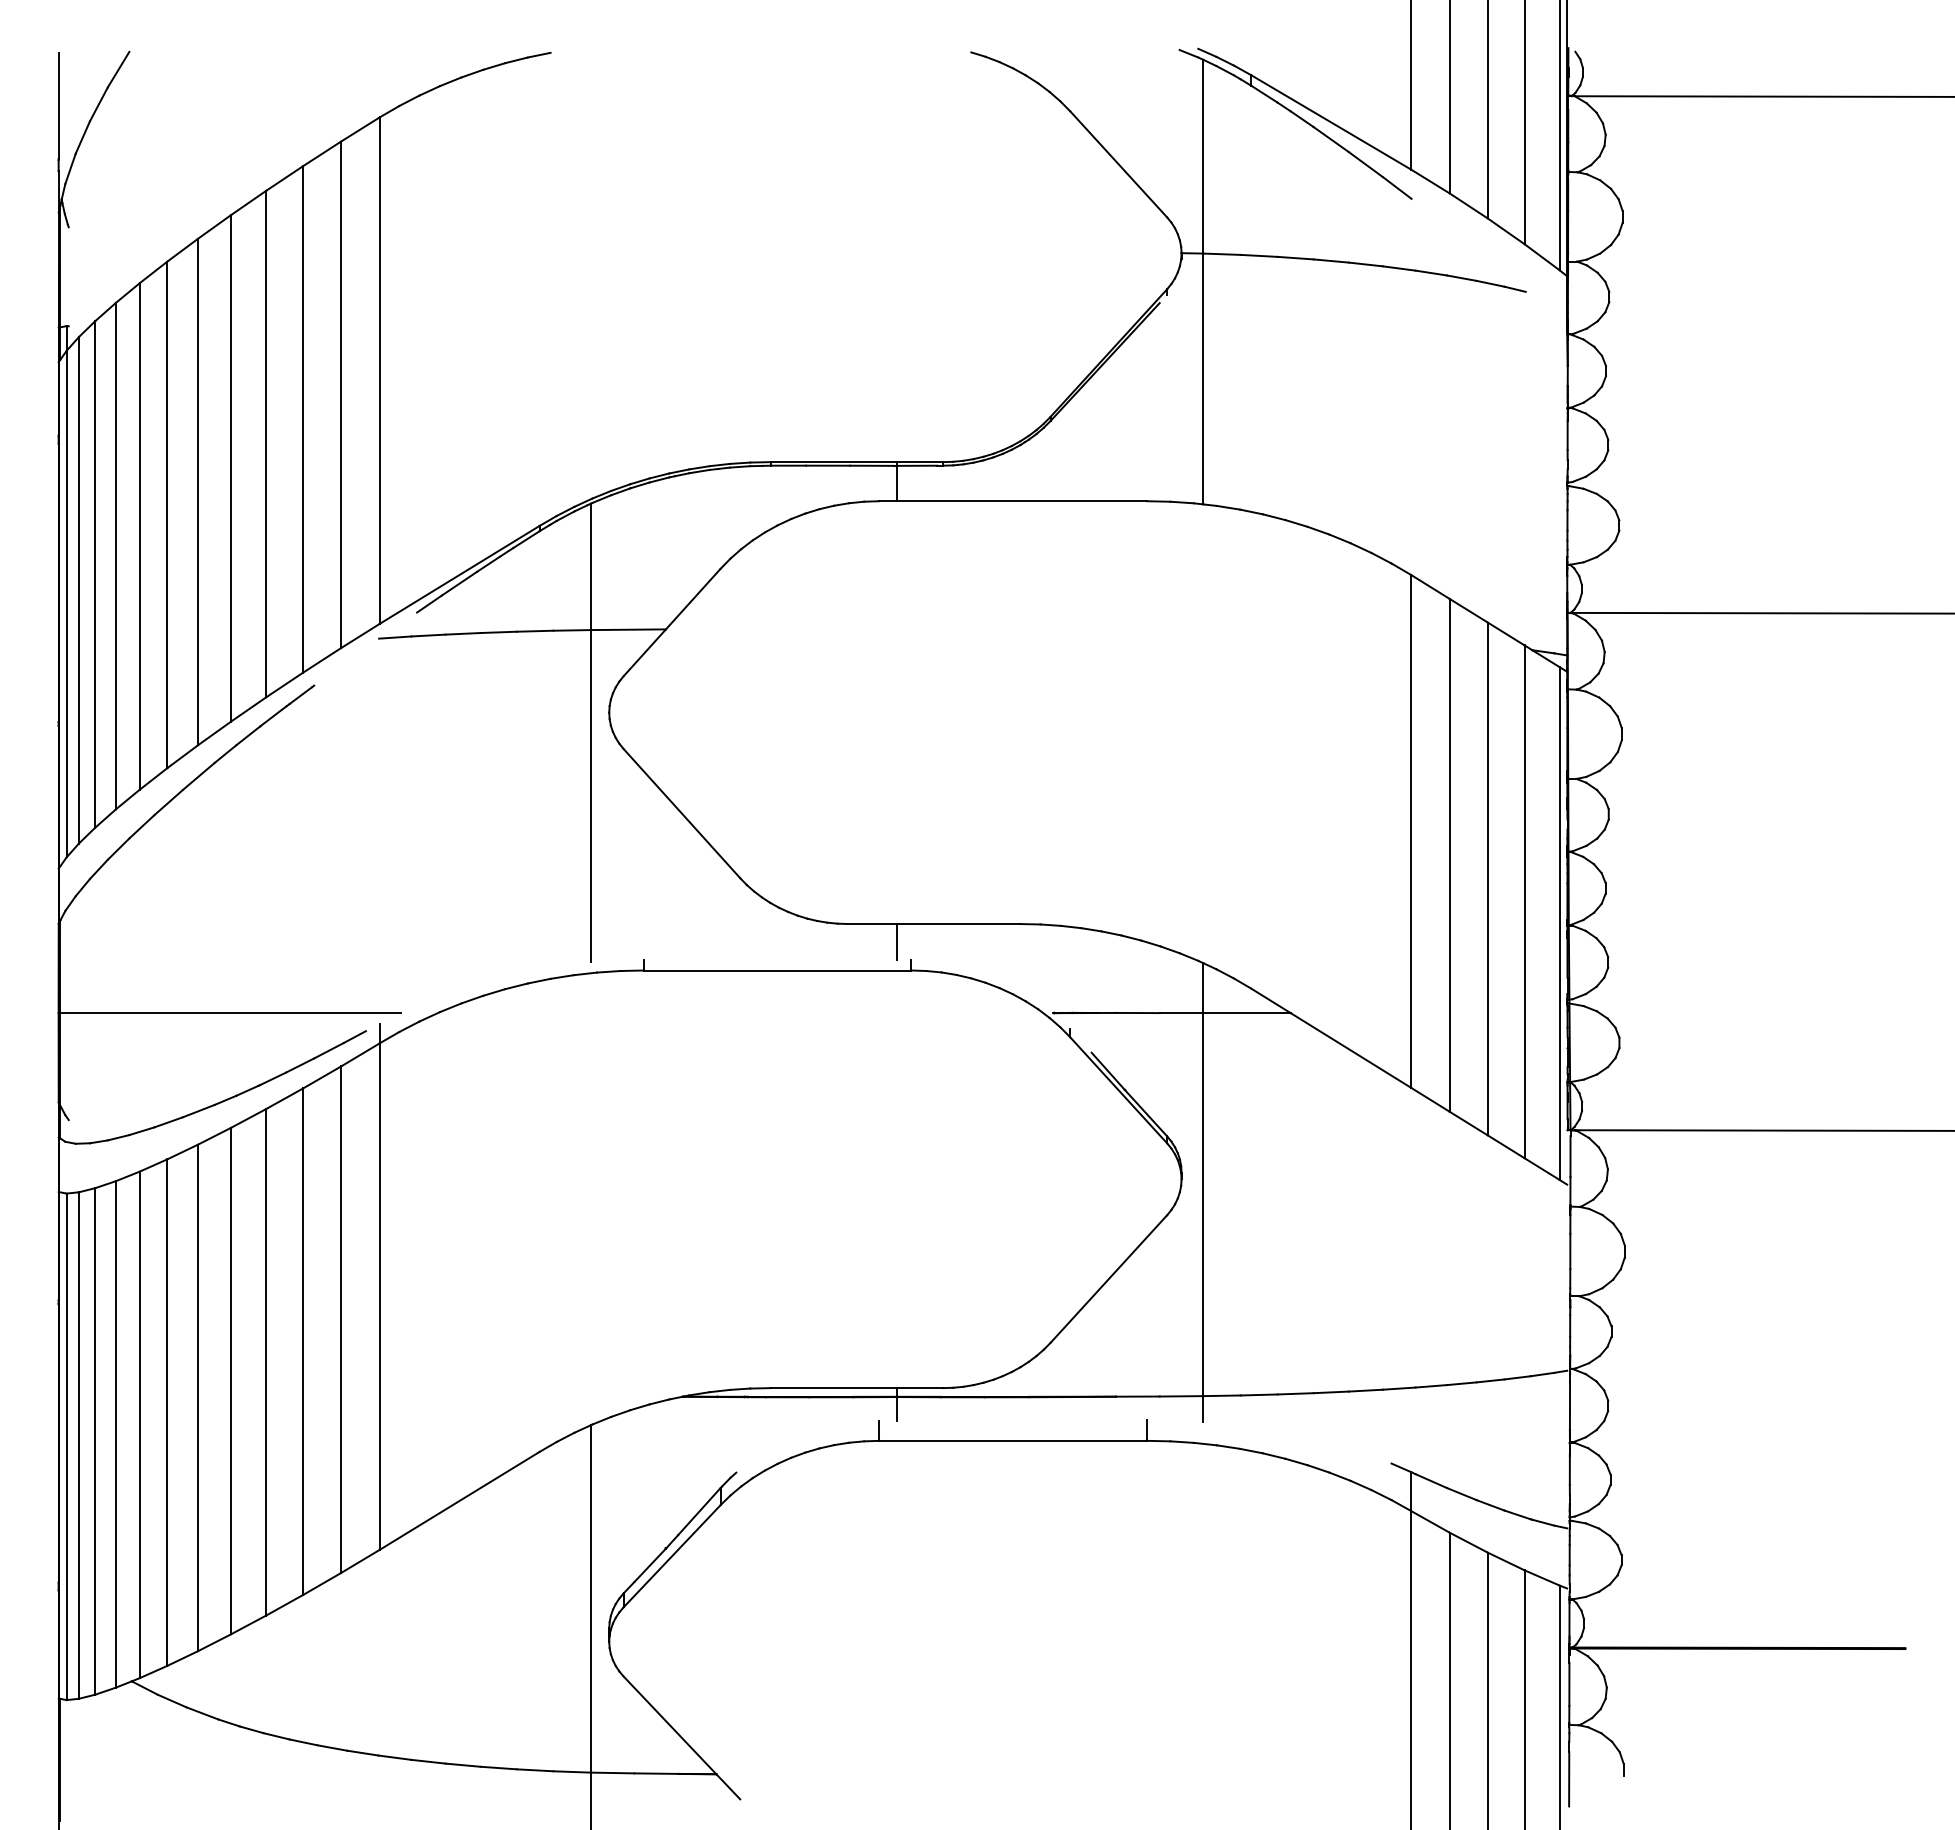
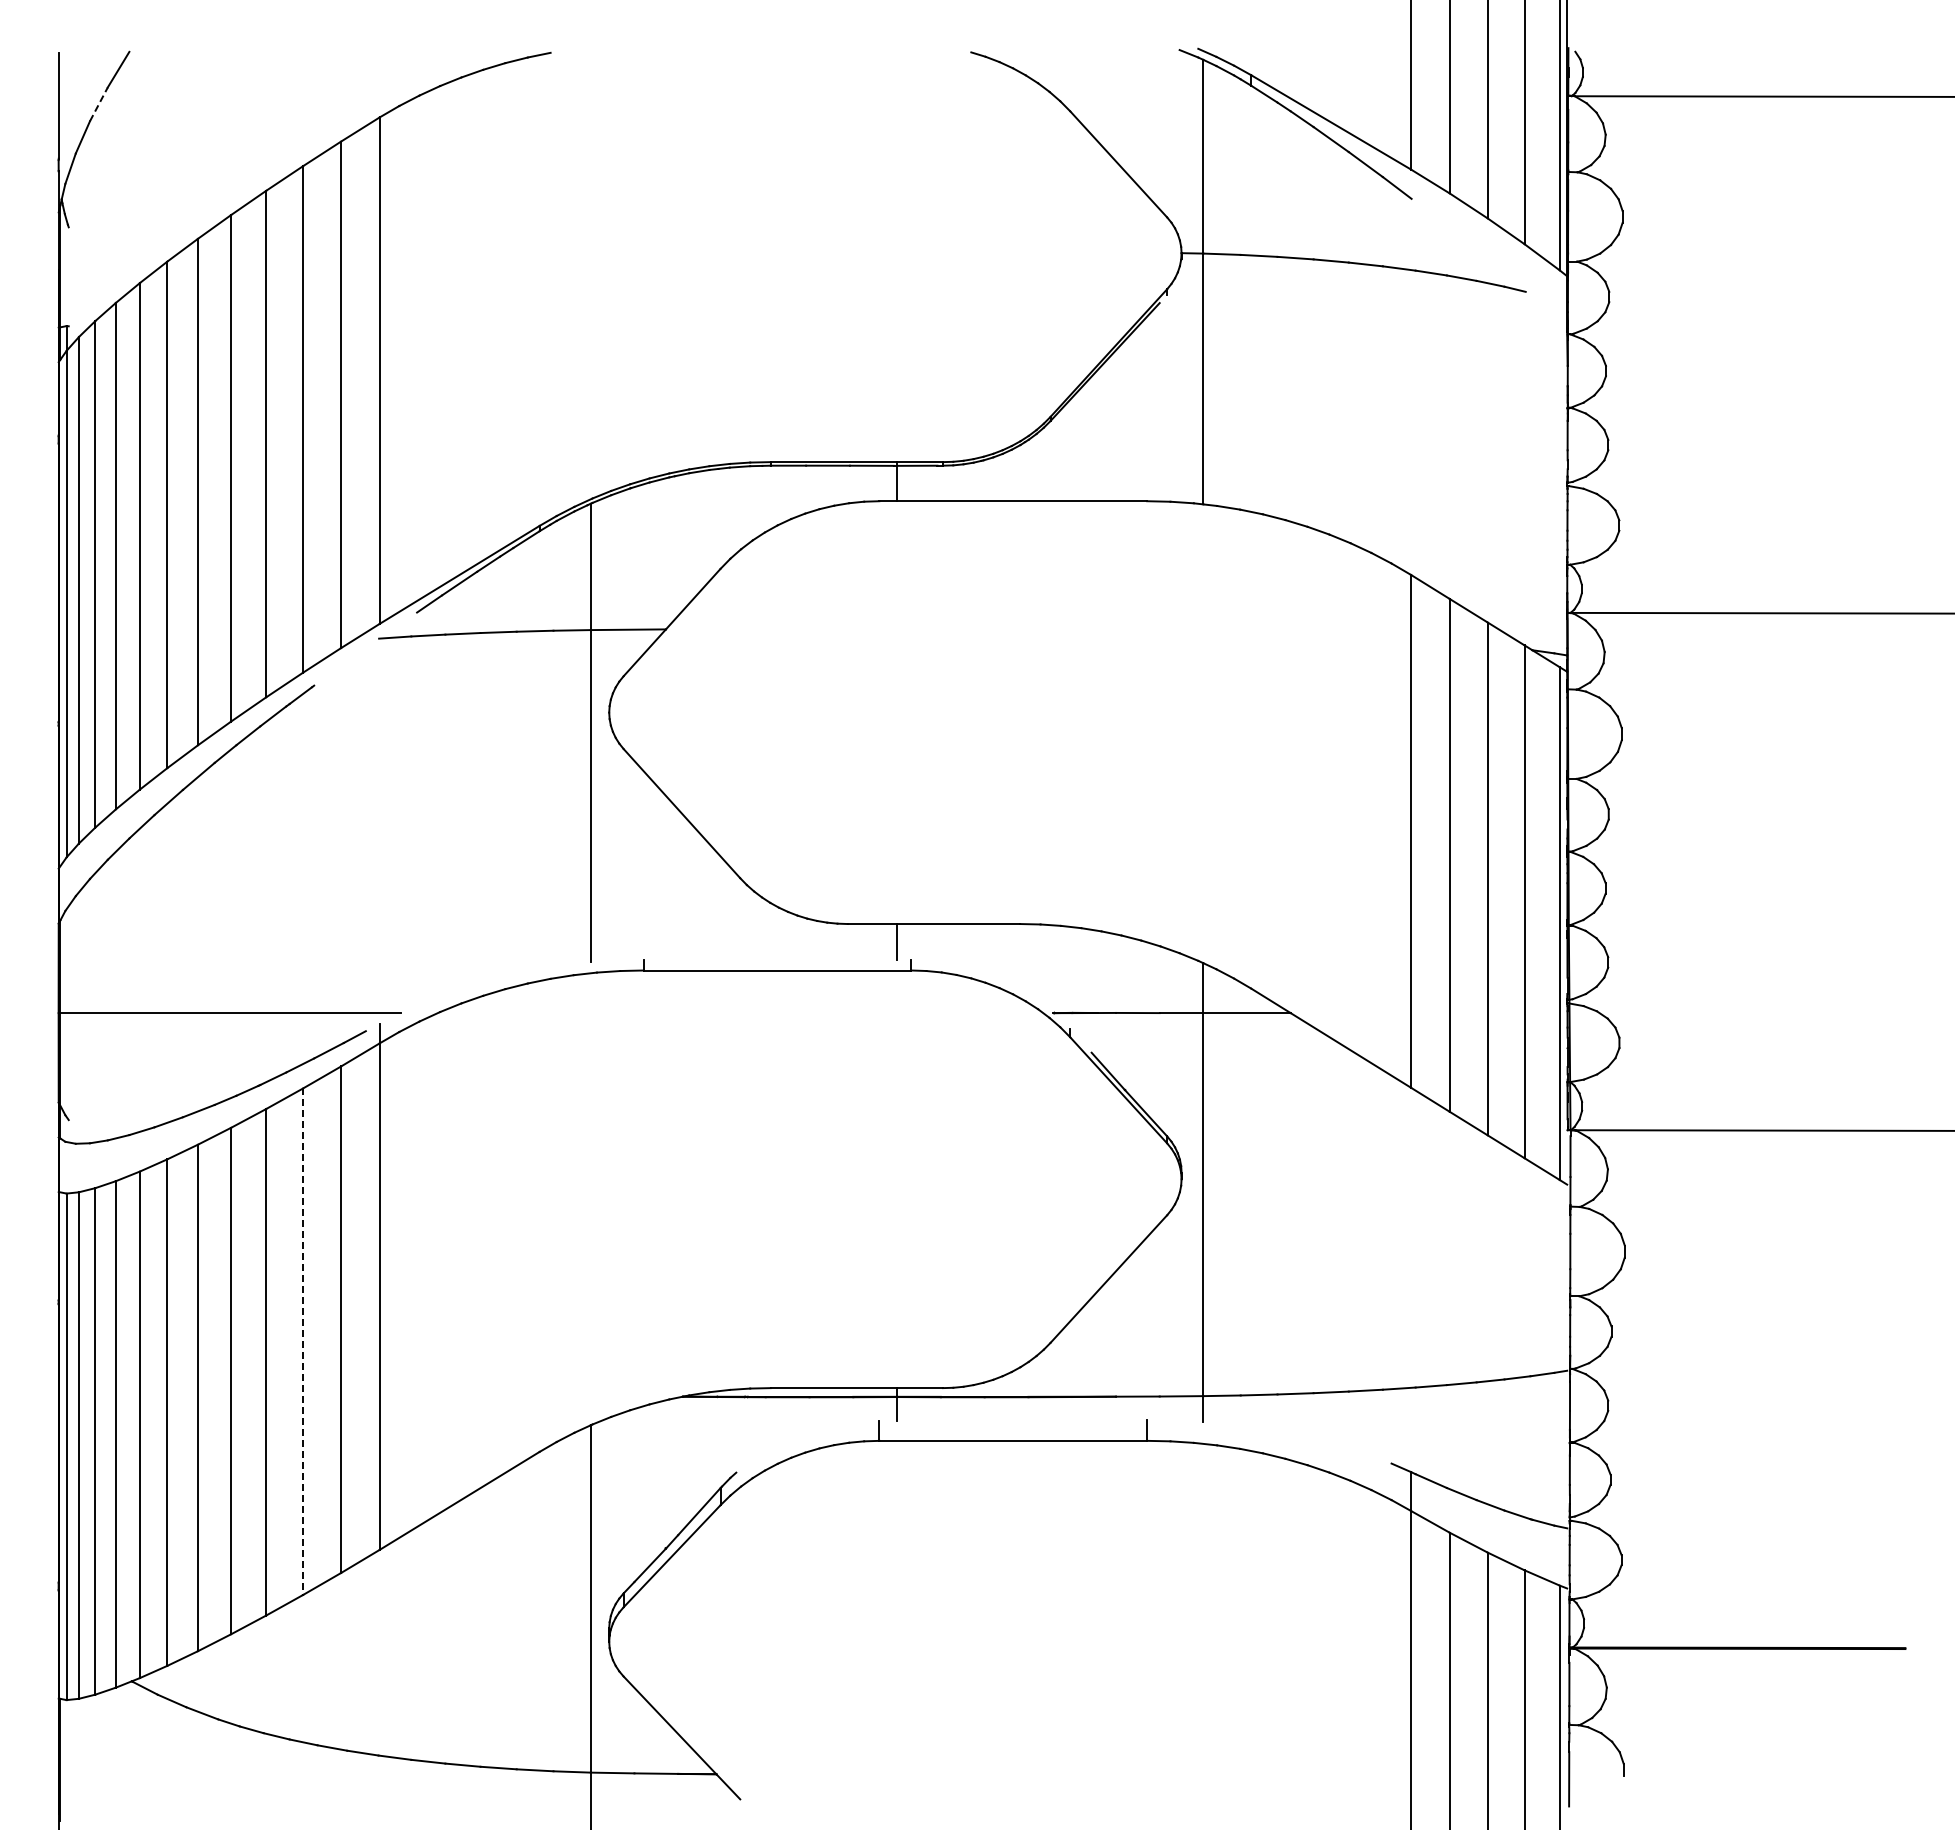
line at (99, 103): solid -> dashed
line at (303, 1342): solid -> dashed
